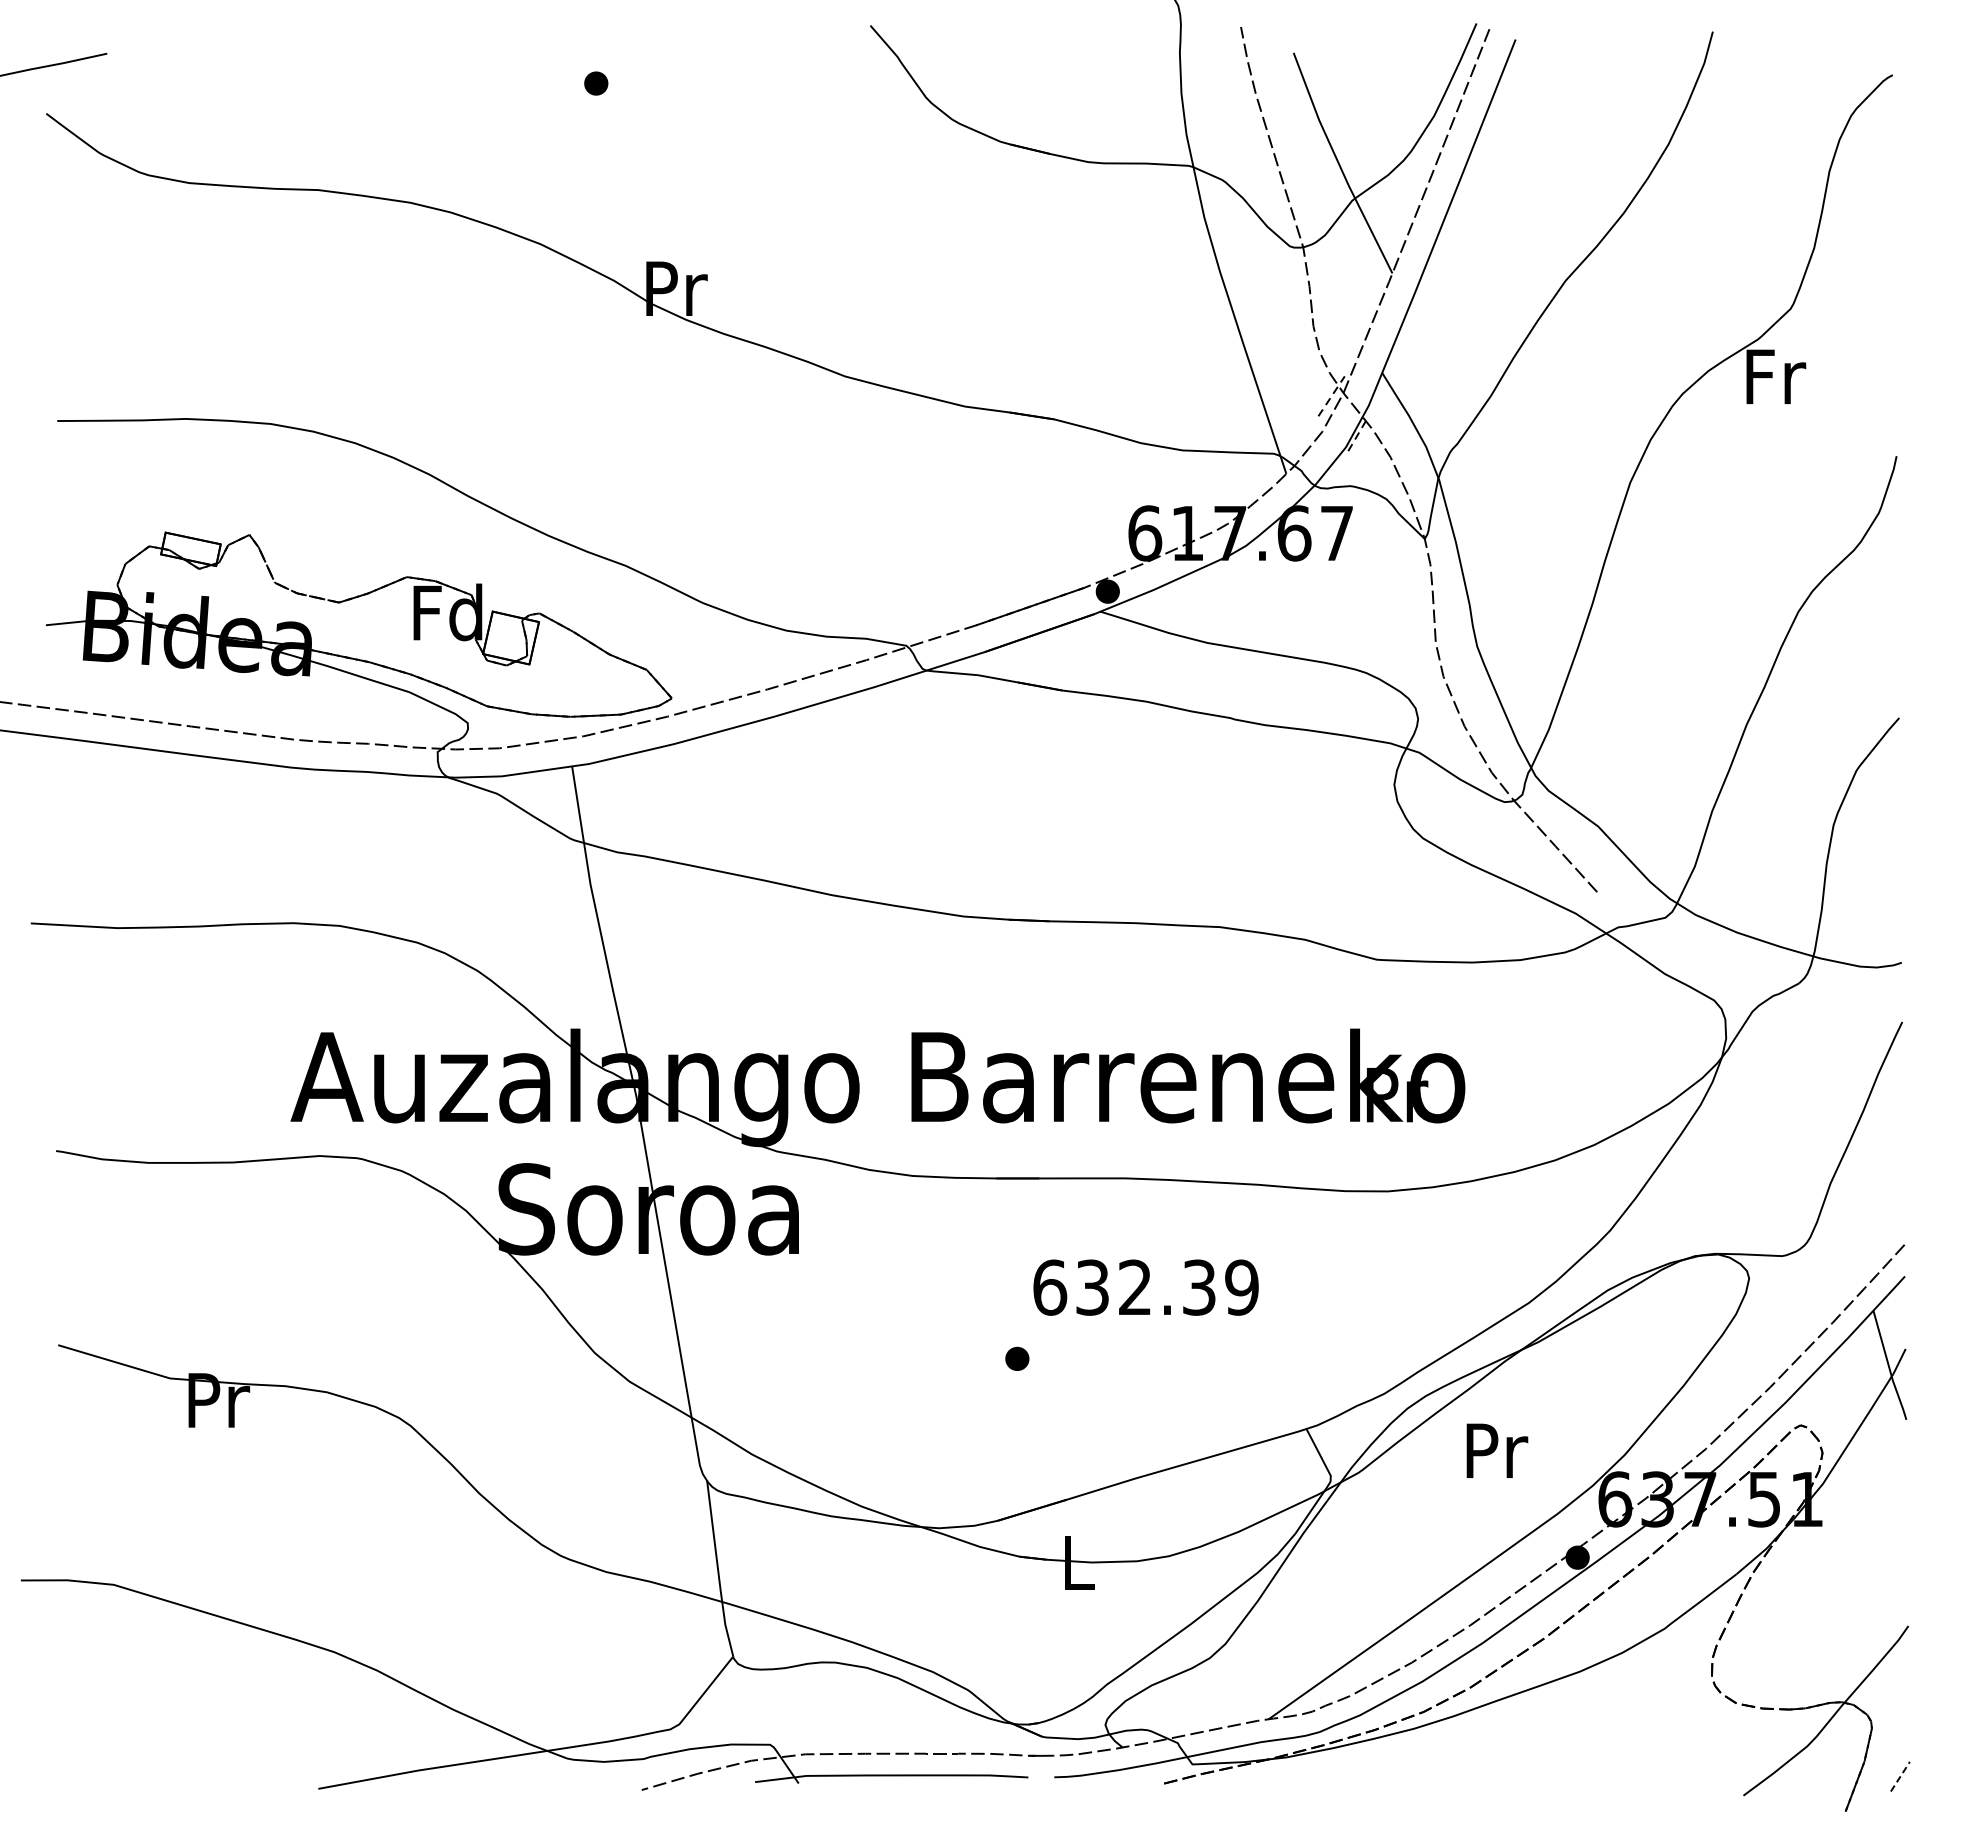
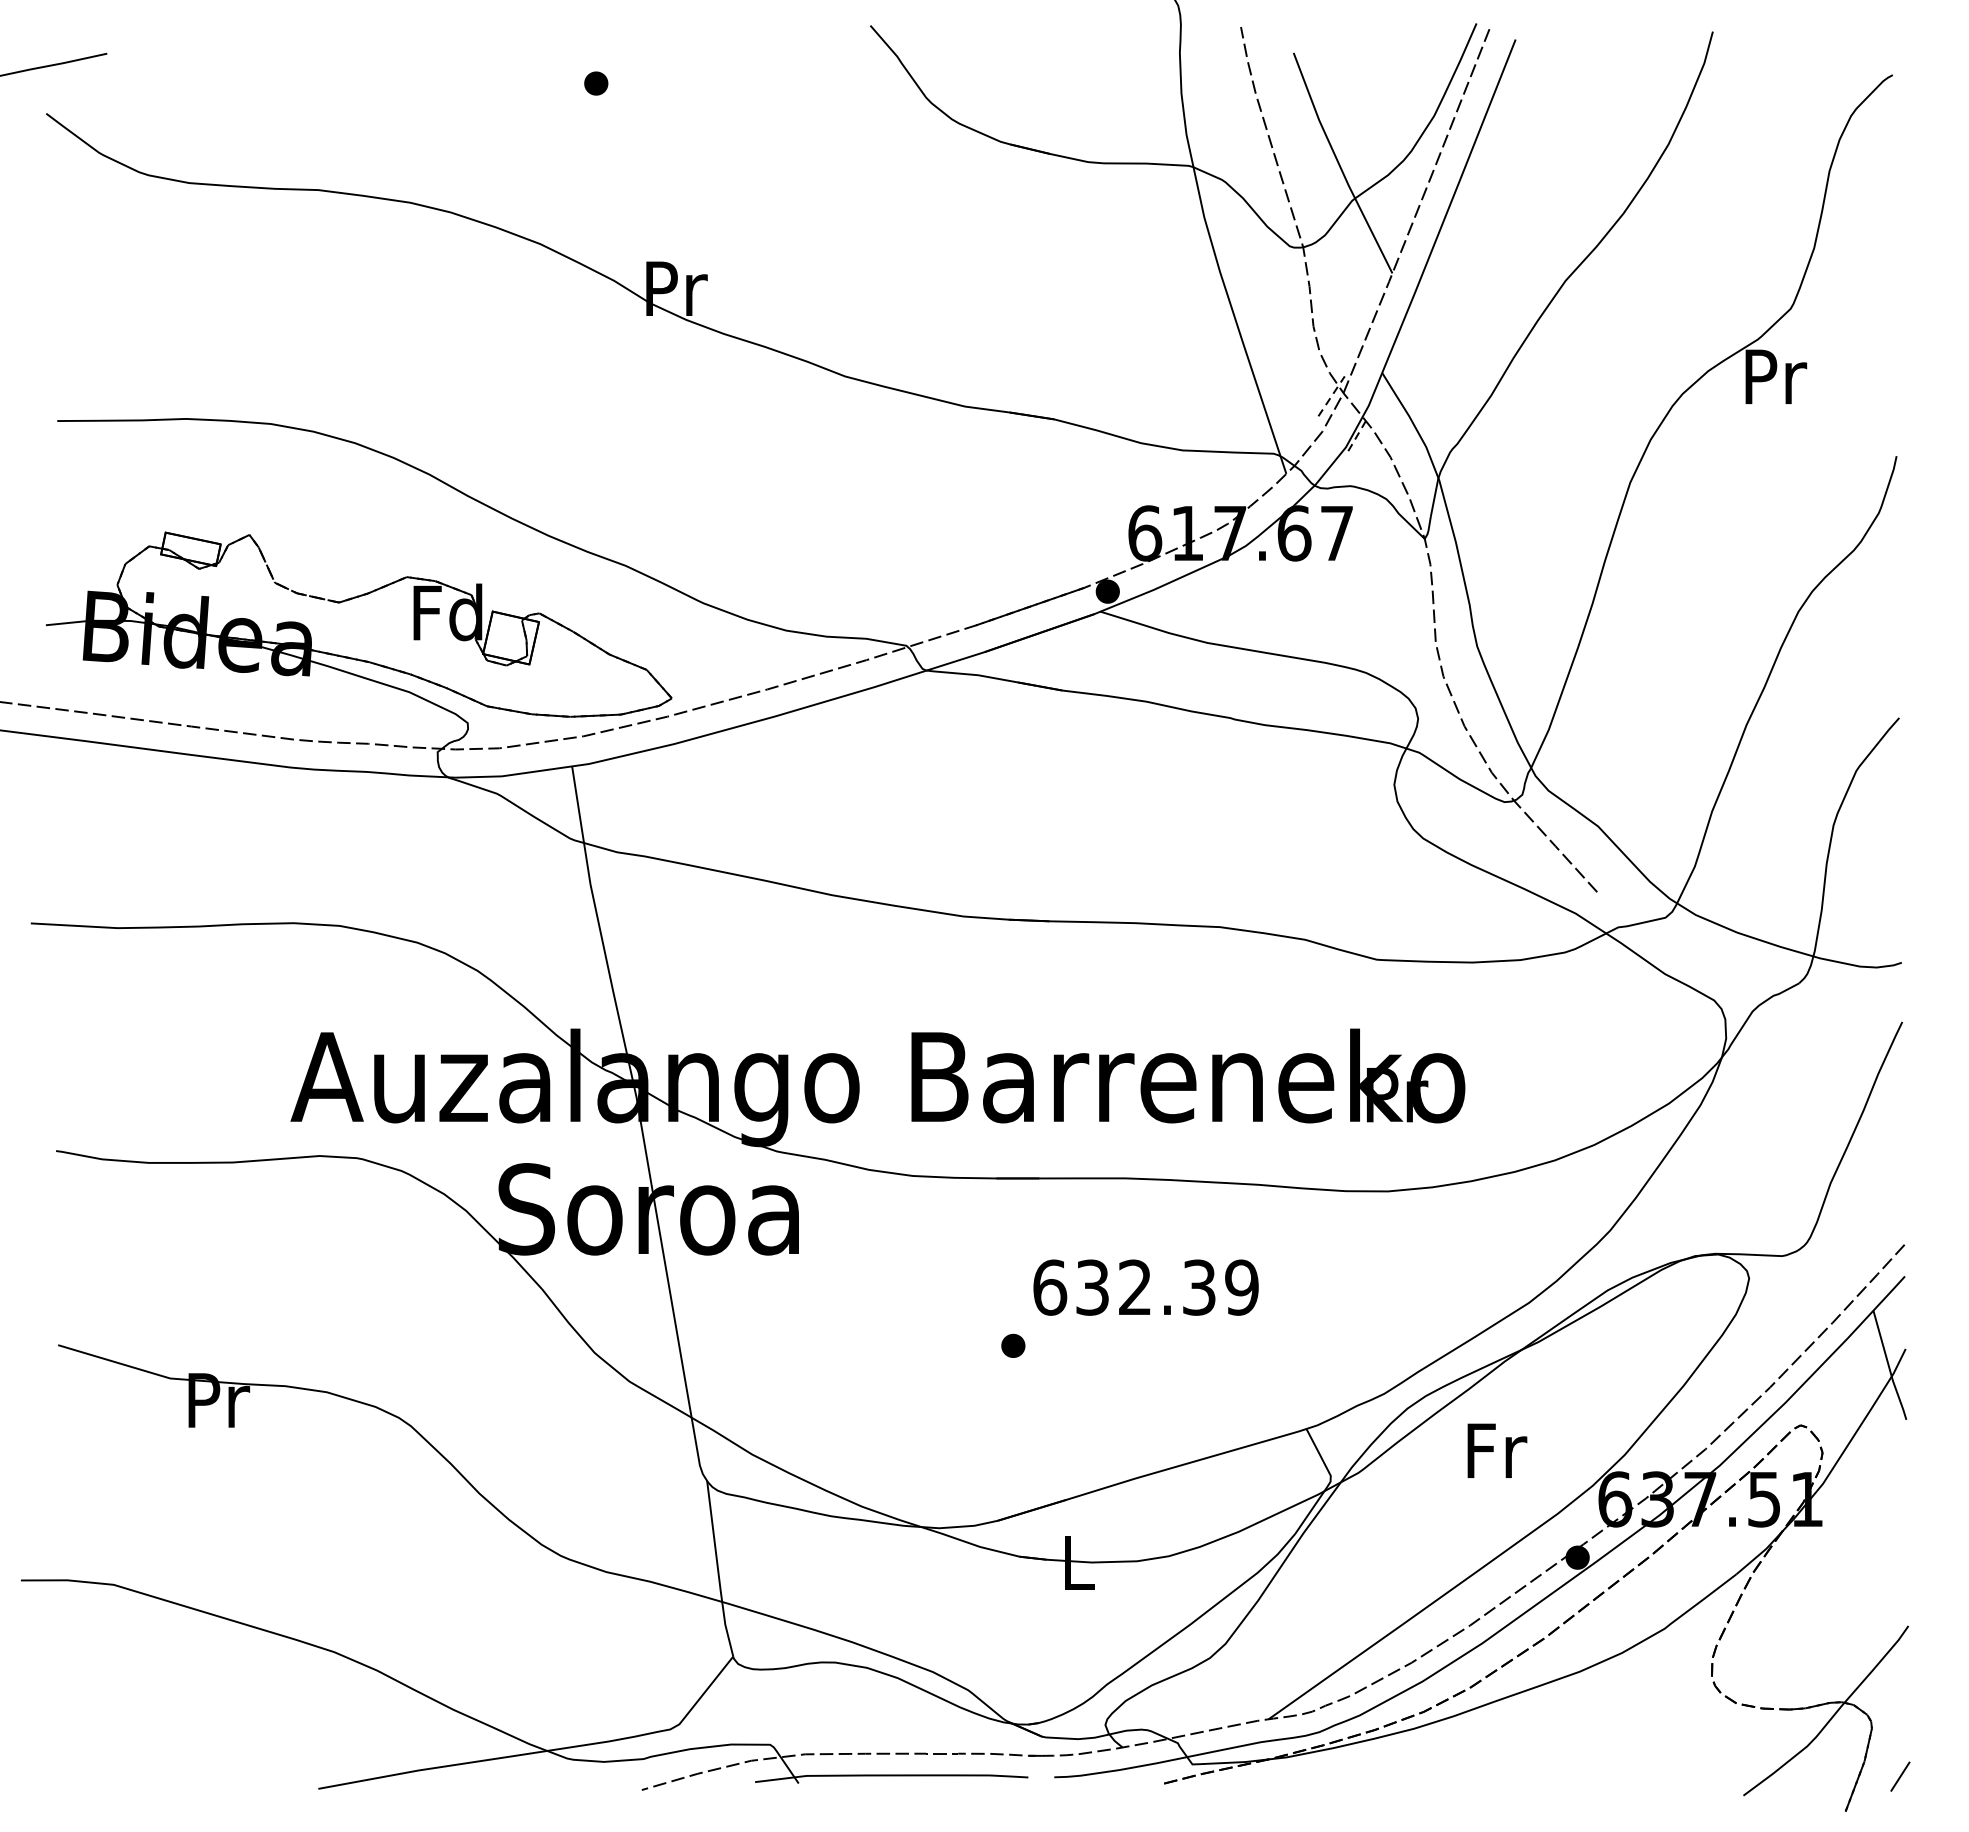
text at (1776, 376): Fr -> Pr
part at (1017, 1358) position: (1017, 1358) -> (1013, 1345)
text at (1497, 1450): Pr -> Fr
line at (1900, 1776): dashed -> solid
